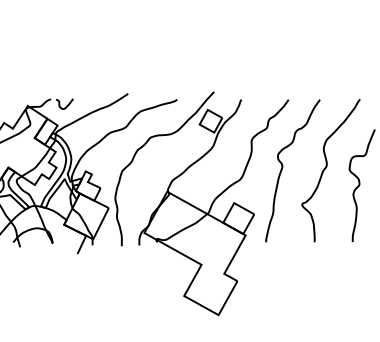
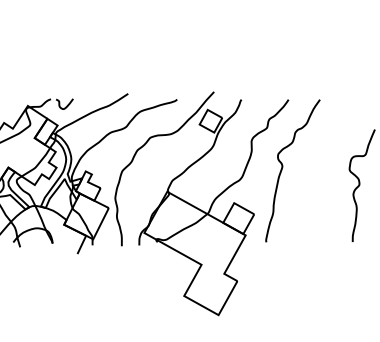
curve at (326, 168): present -> none
